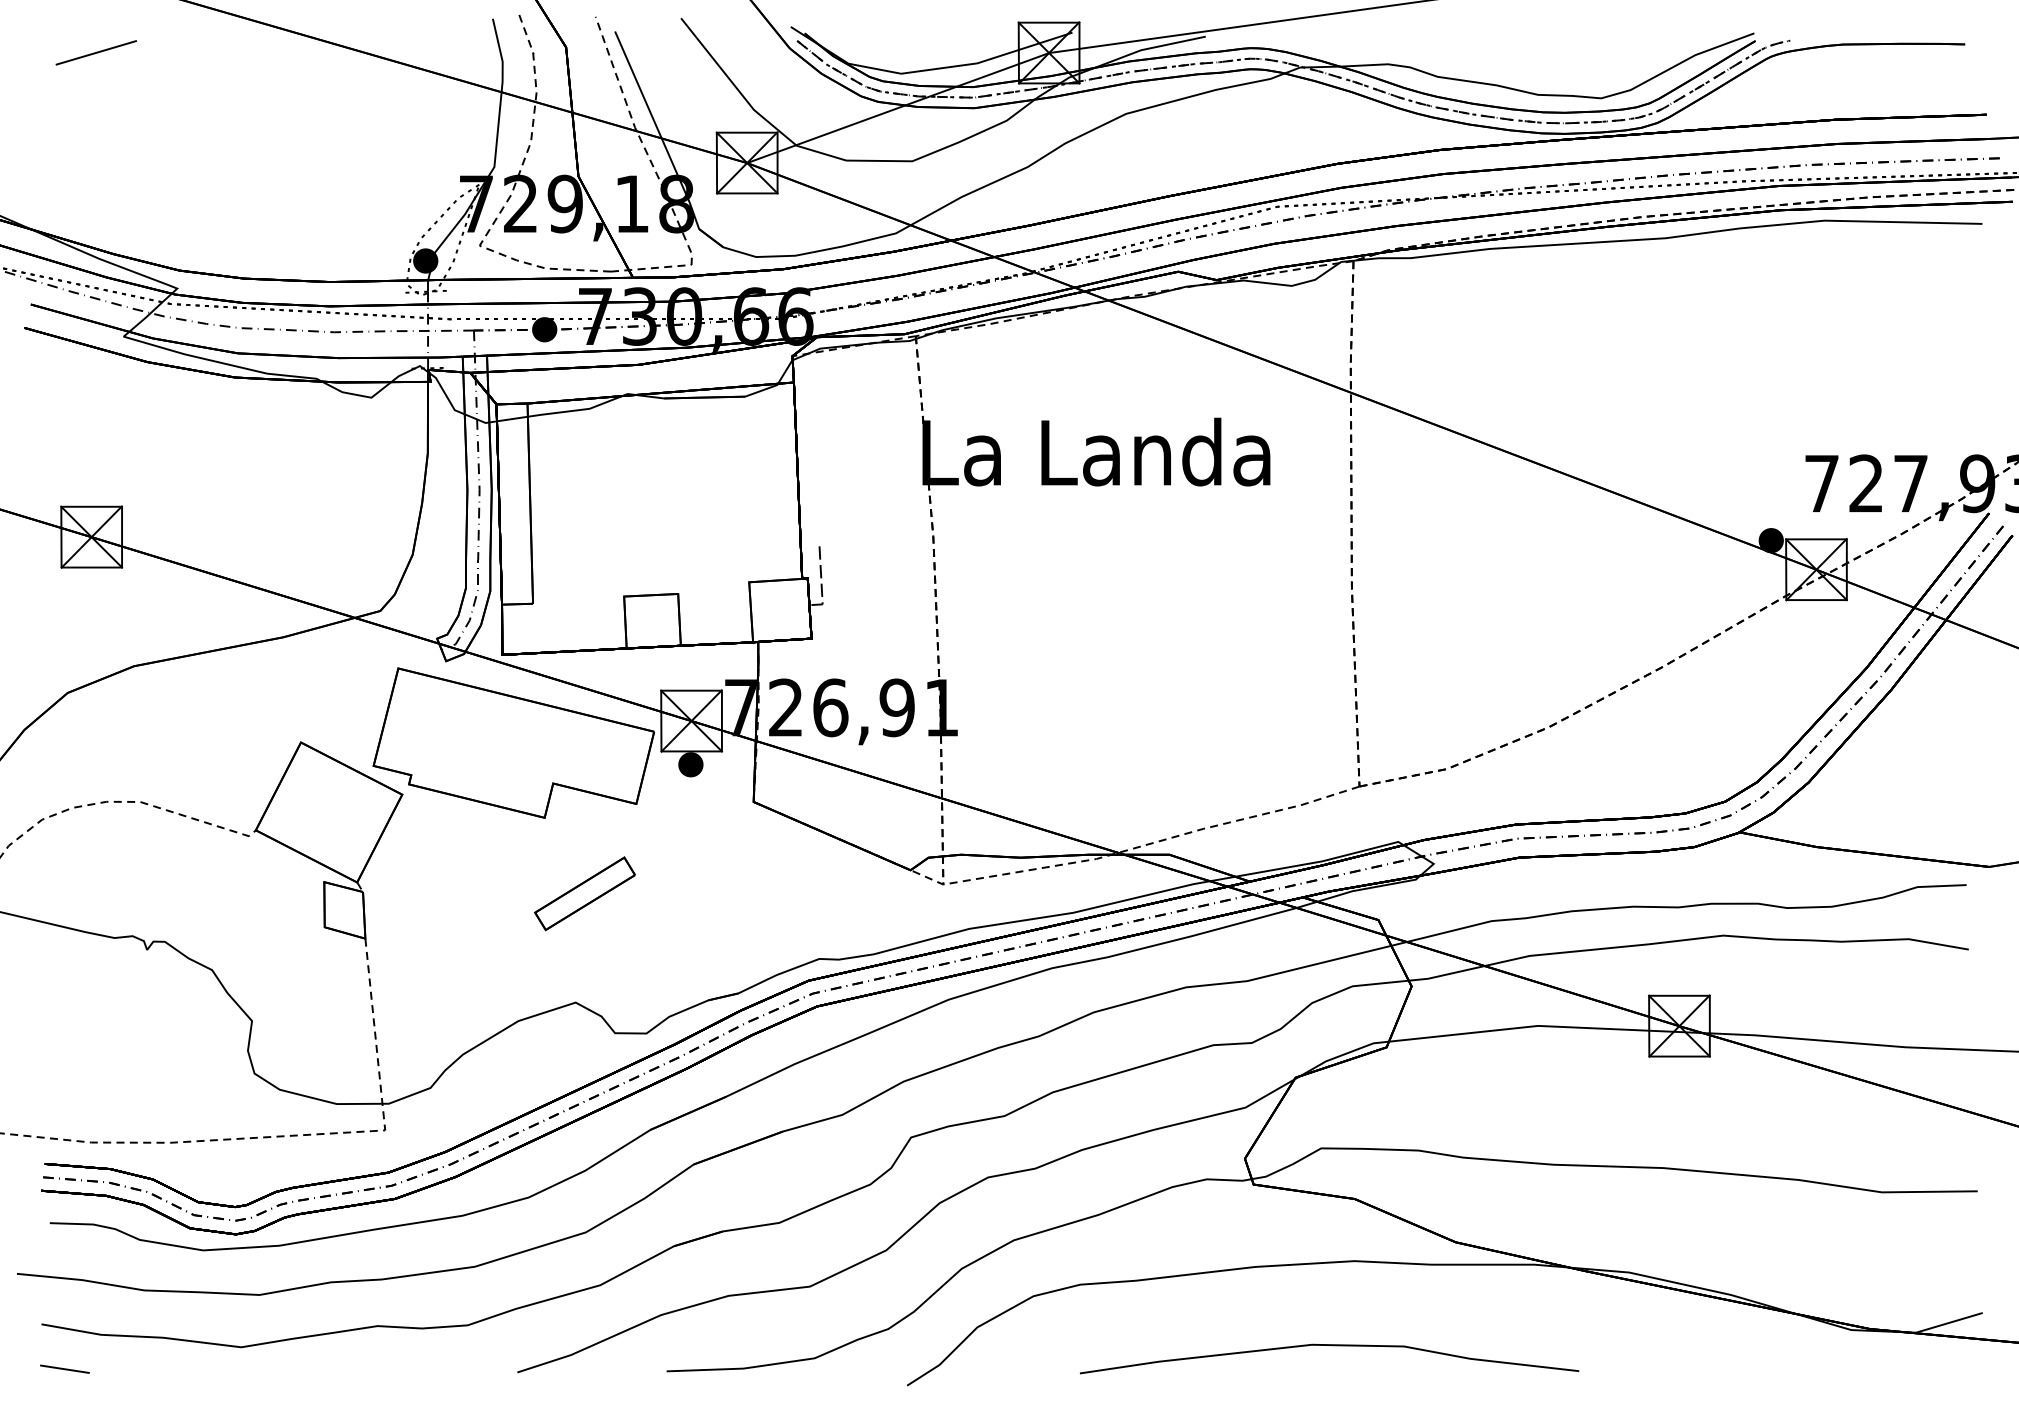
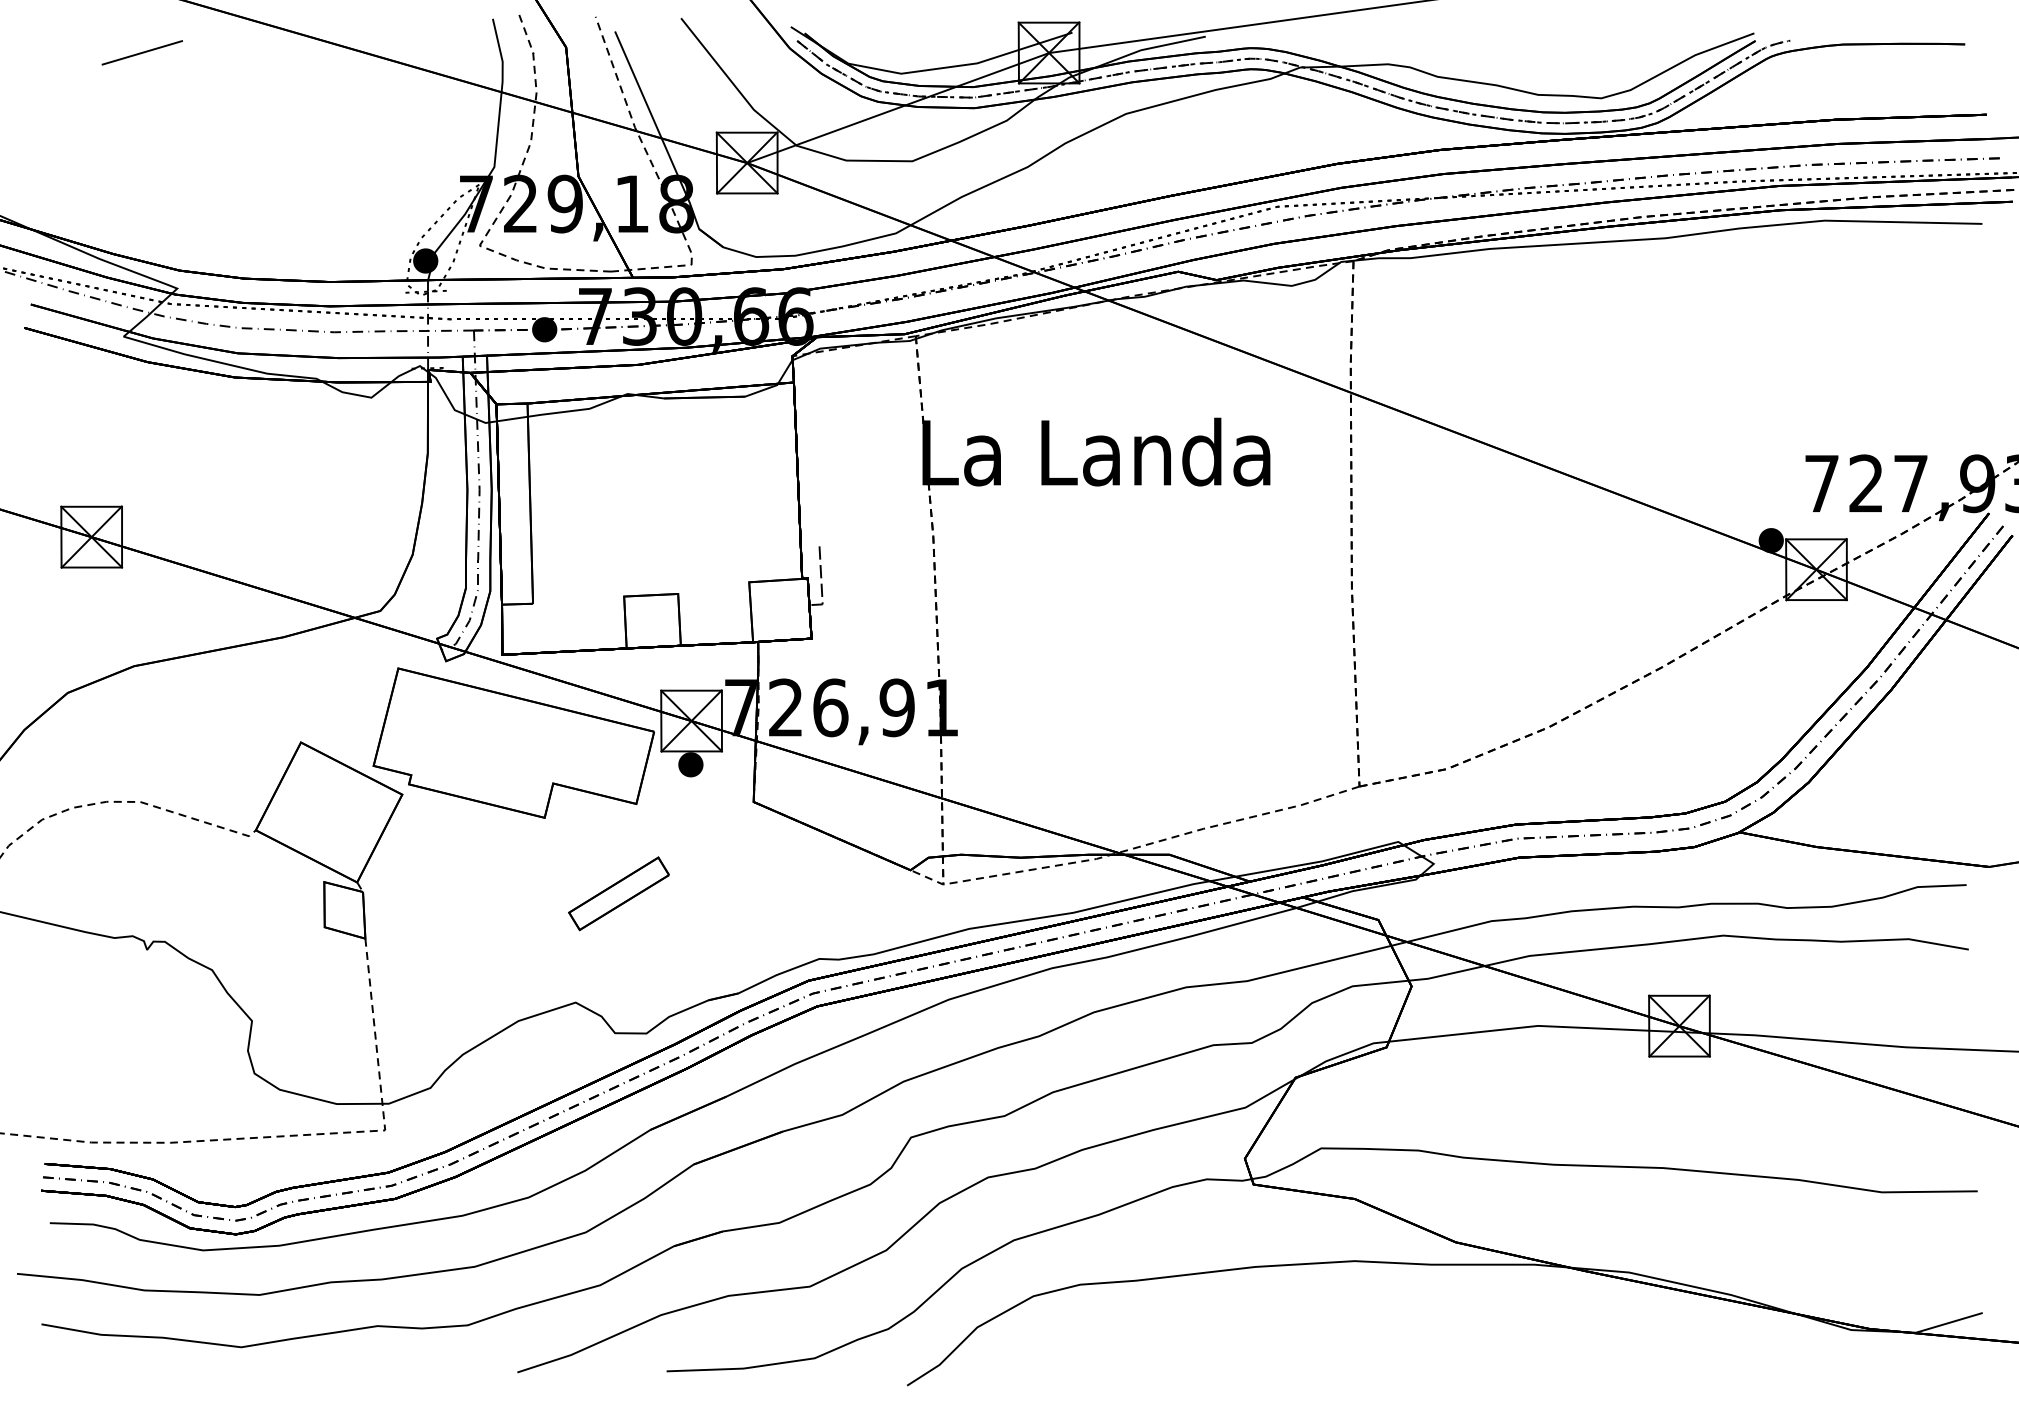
line at (95, 52) position: (95, 52) -> (141, 52)
part at (584, 893) position: (584, 893) -> (618, 893)
curve at (1332, 1346): present -> none
line at (64, 1368): present -> none
